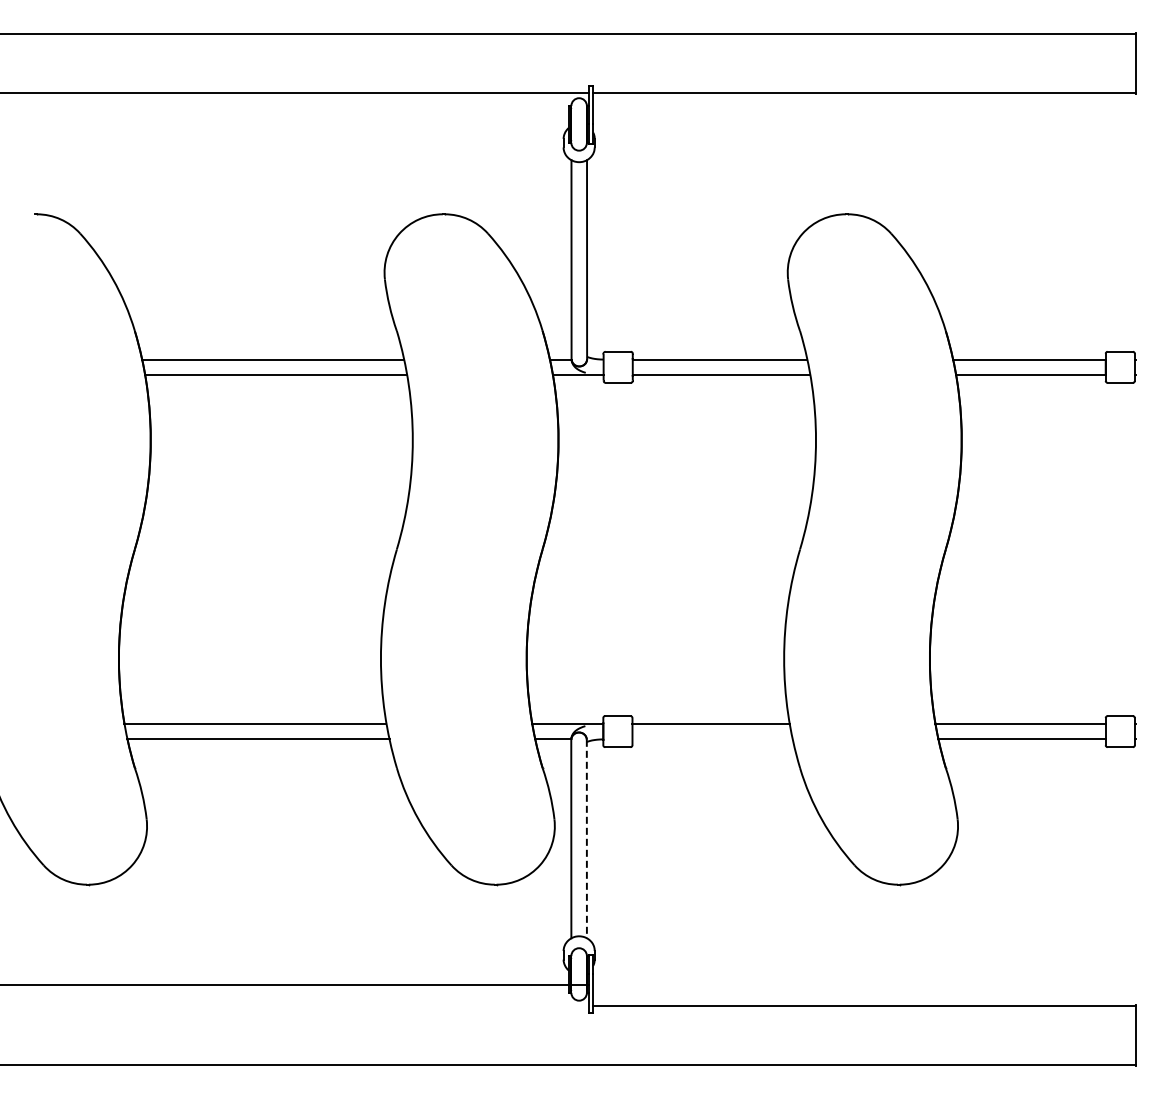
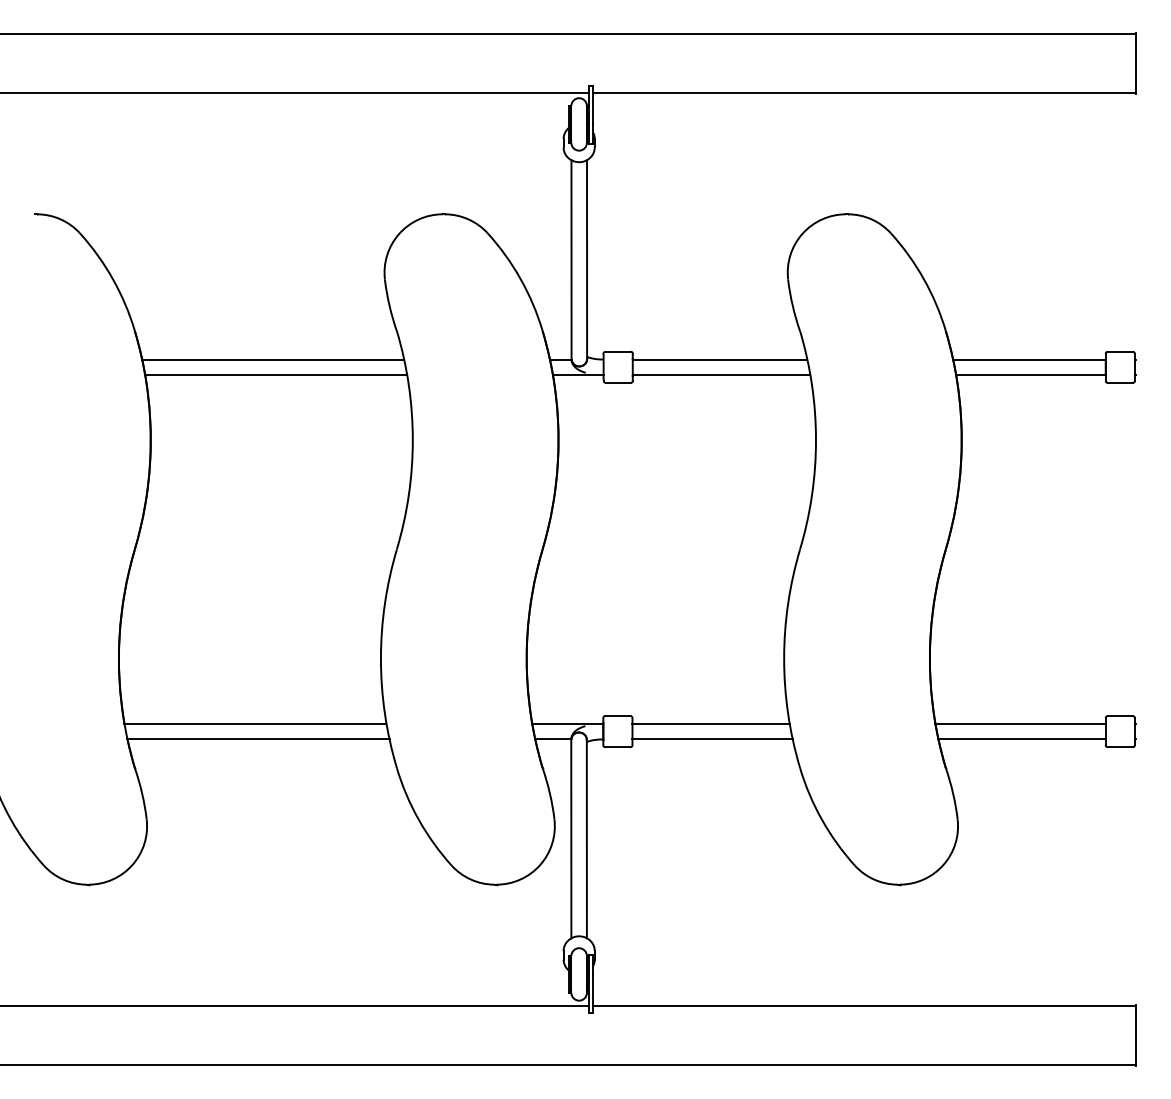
line at (712, 739): none -> present
line at (586, 839): dashed -> solid
line at (295, 984) position: (295, 984) -> (295, 1005)
